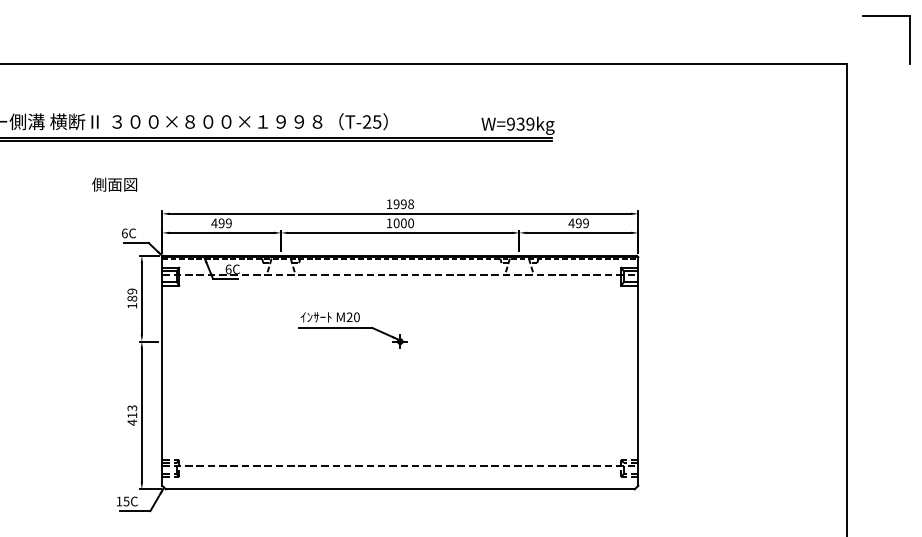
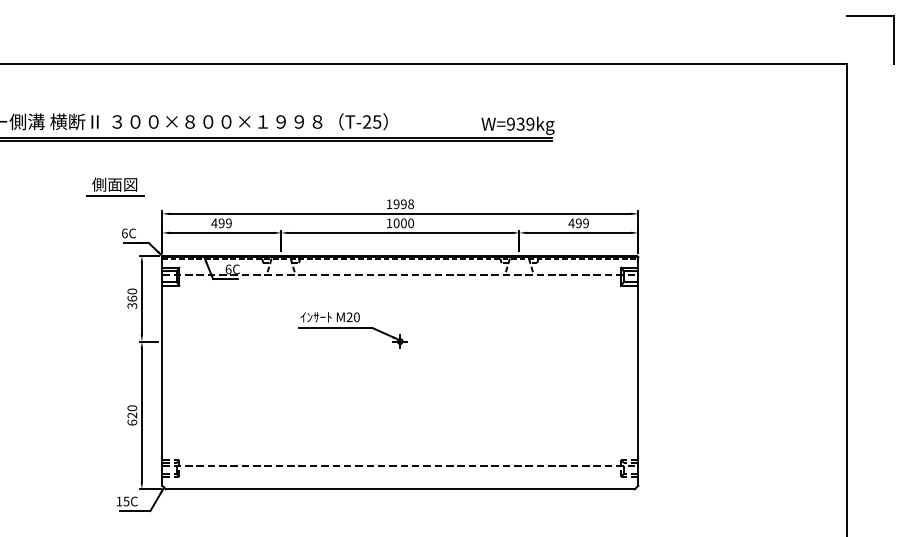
part at (886, 16) position: (886, 16) -> (870, 16)
line at (114, 195): none -> present
text at (132, 298): 189 -> 360
text at (132, 415): 413 -> 620
